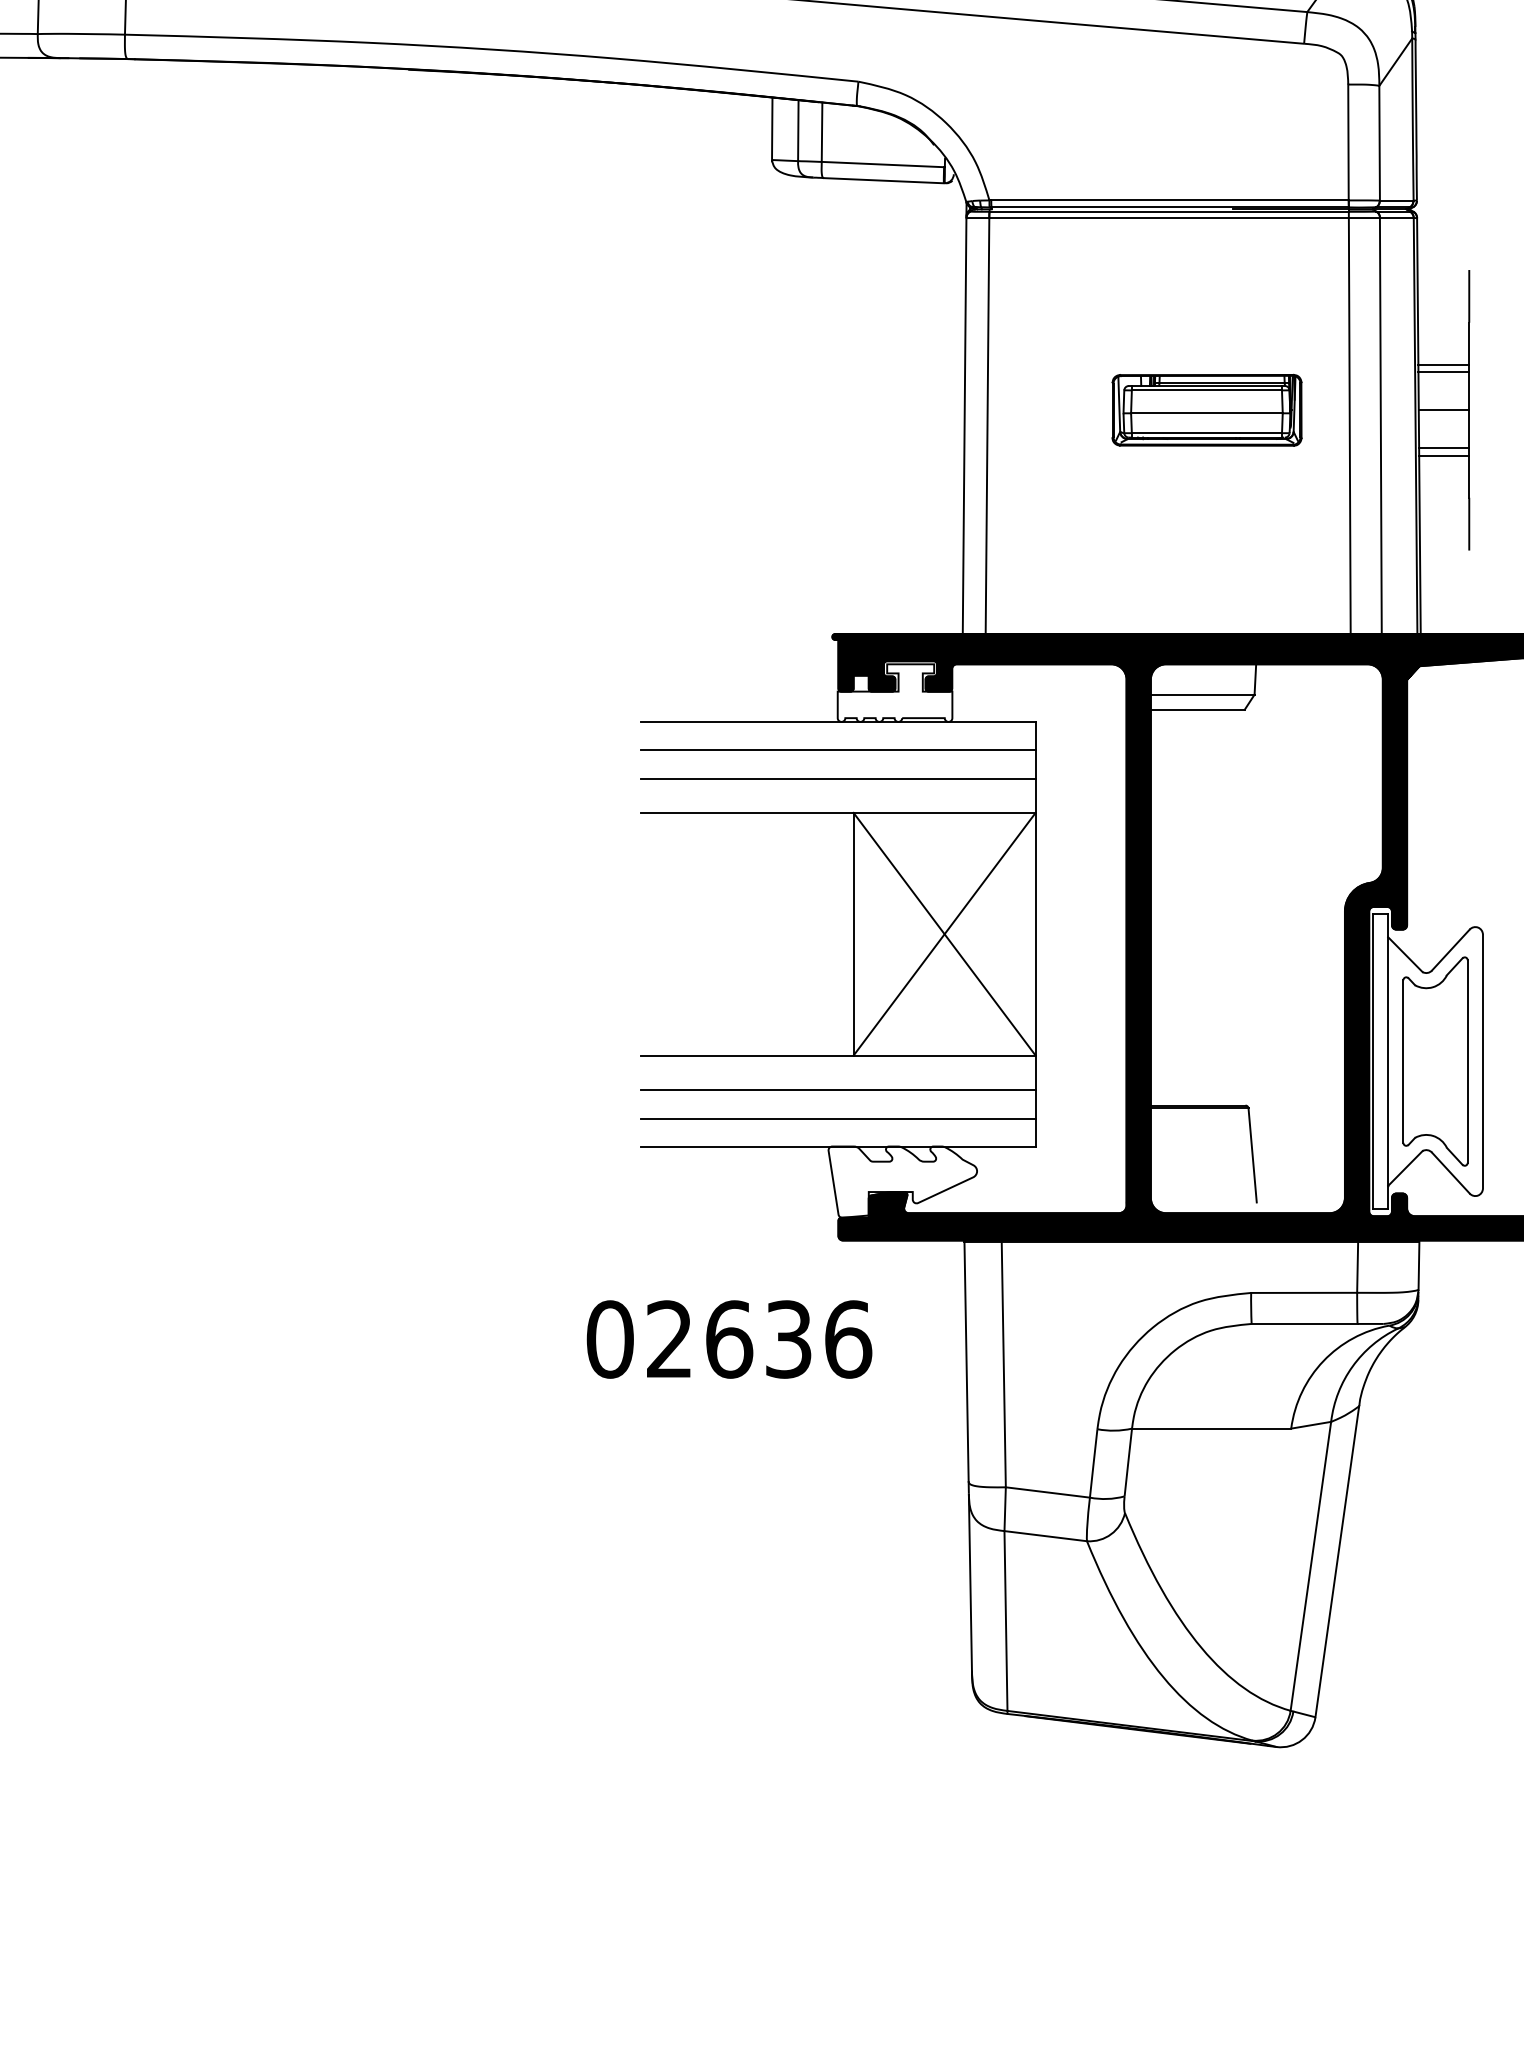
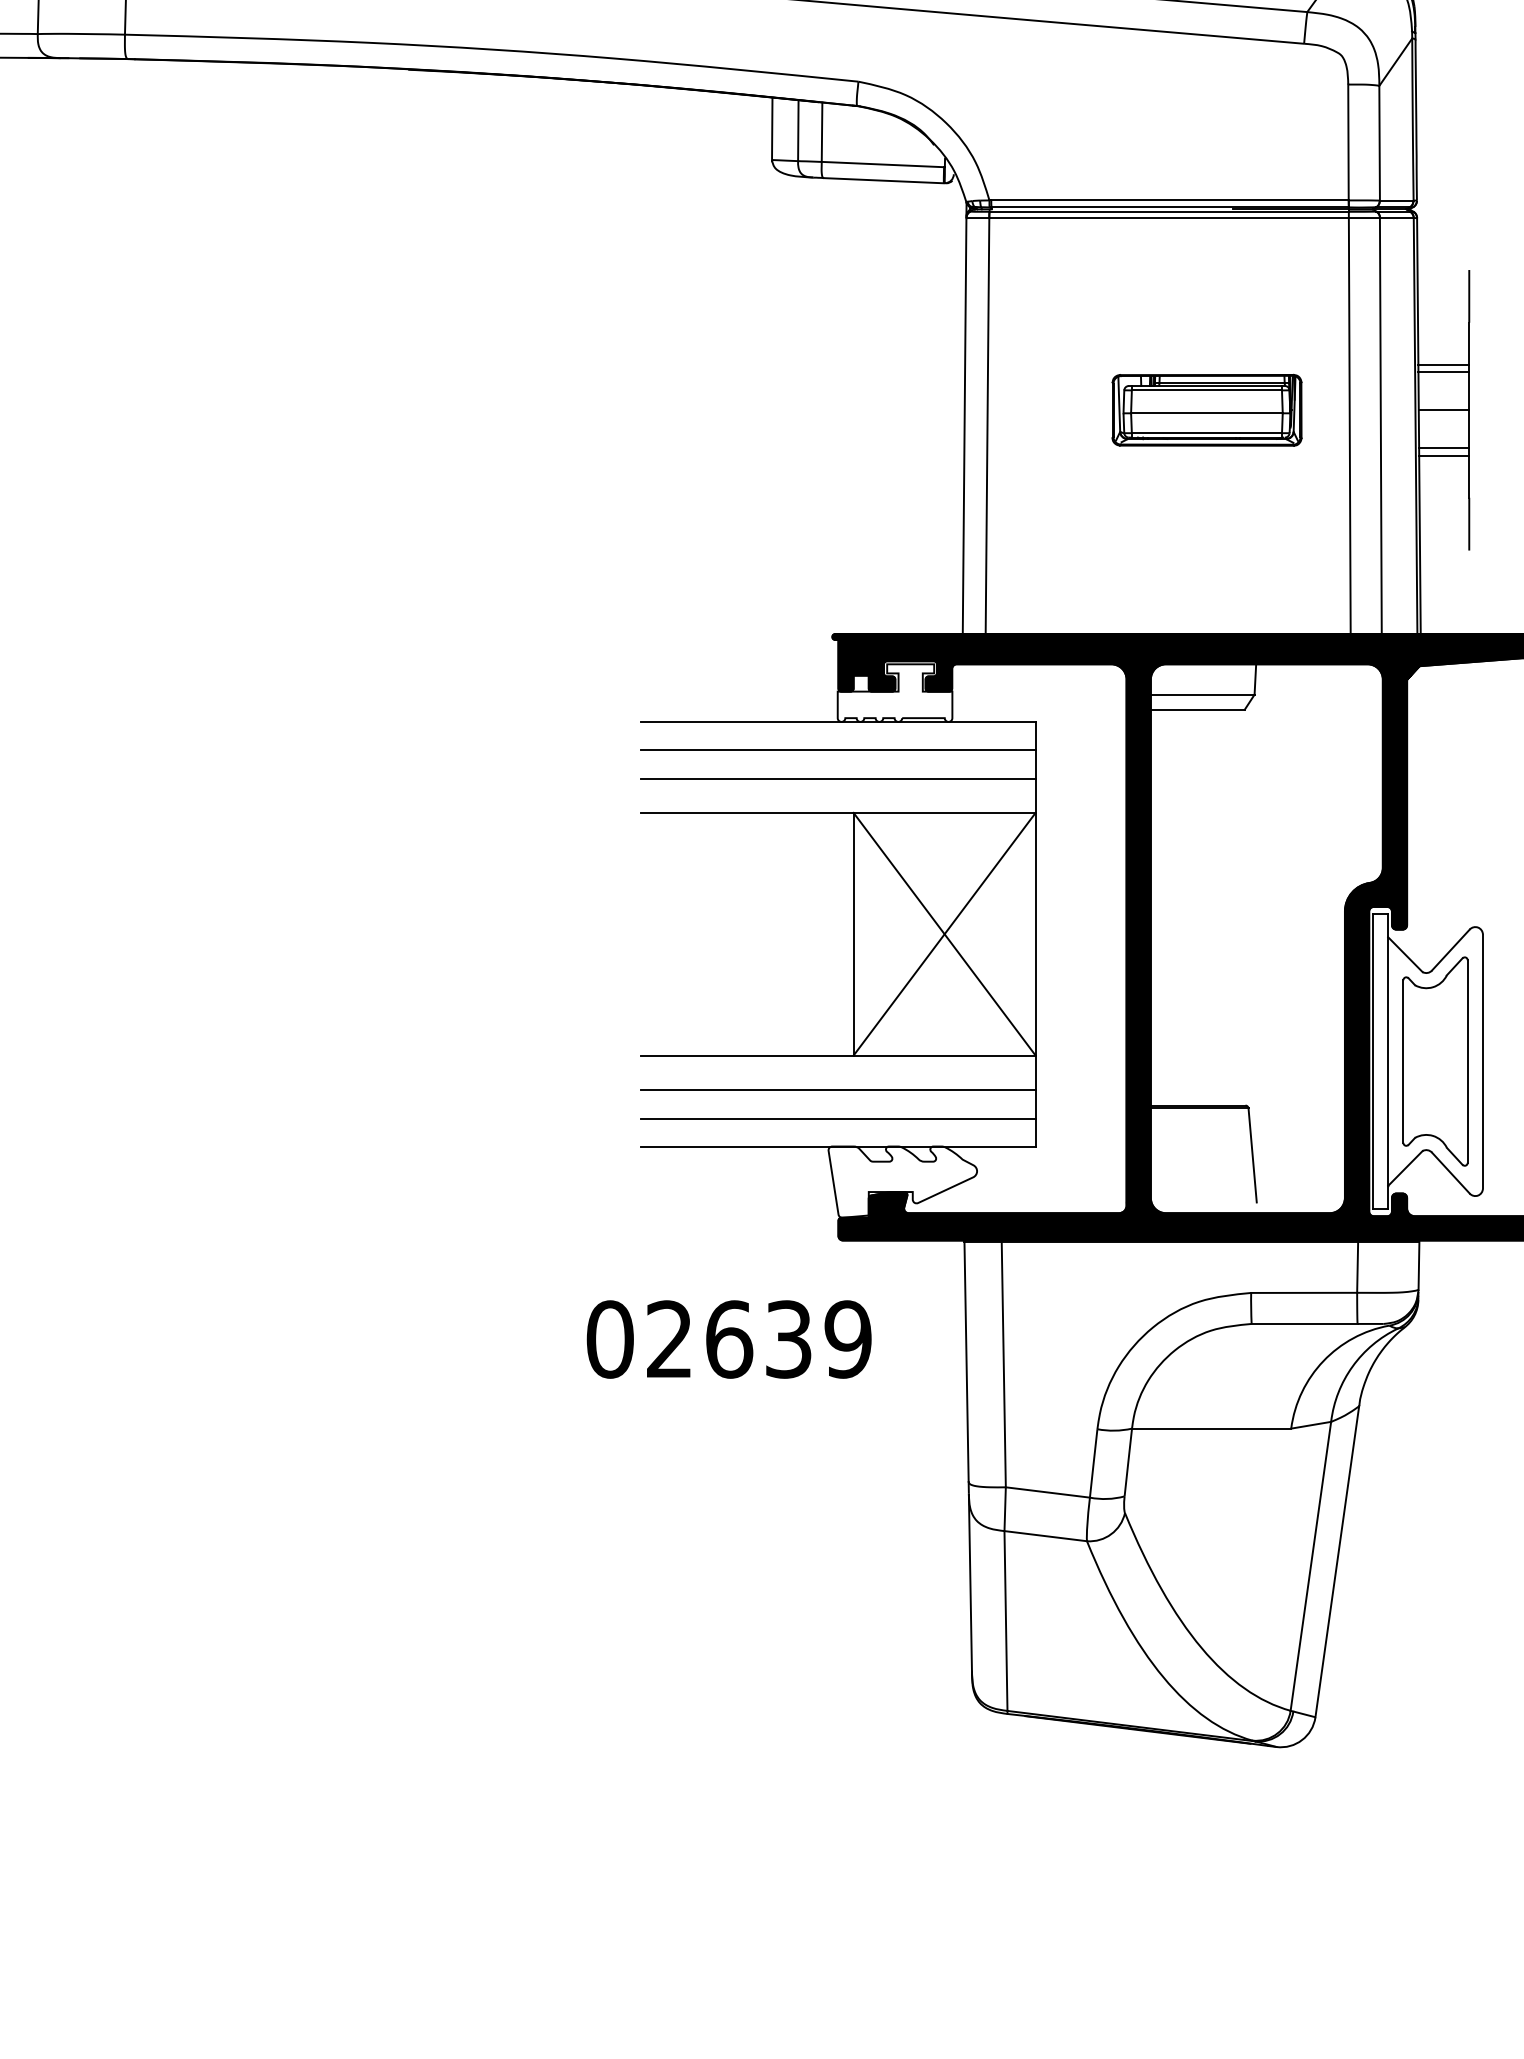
text at (848, 1339): 02636 -> 02639
